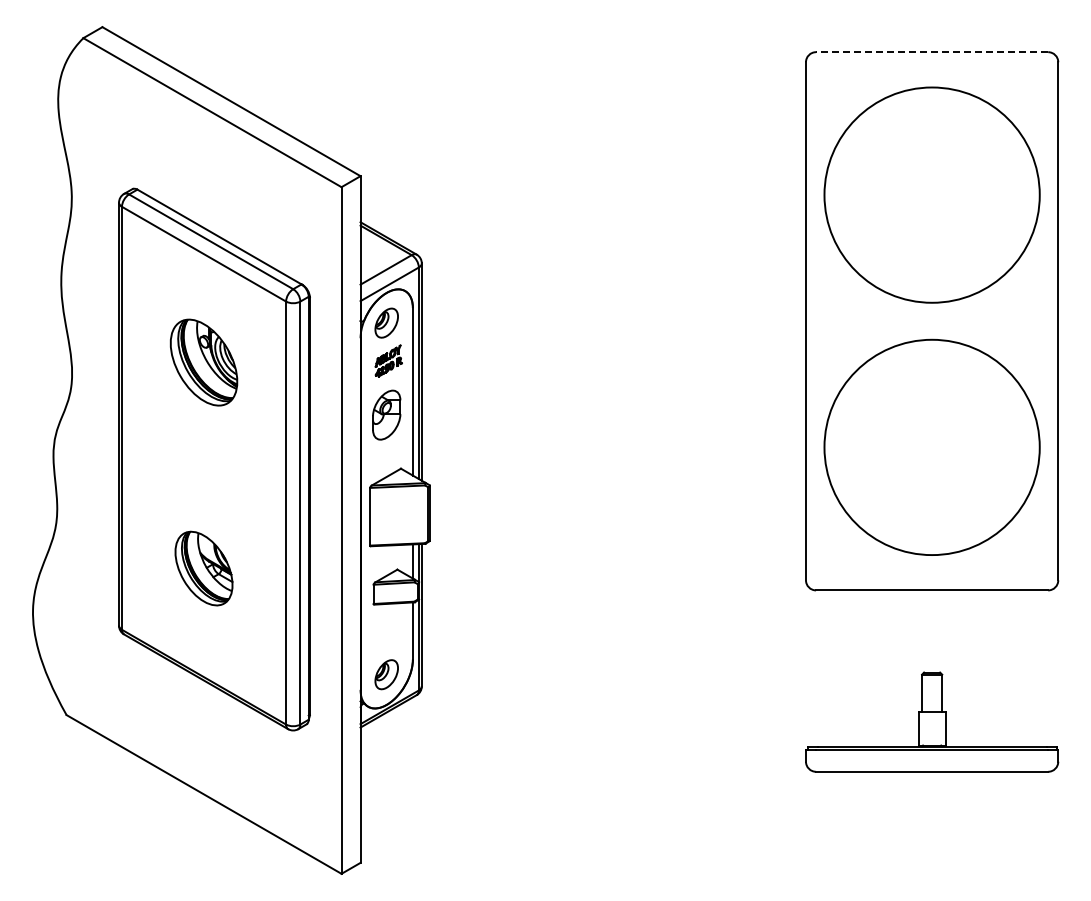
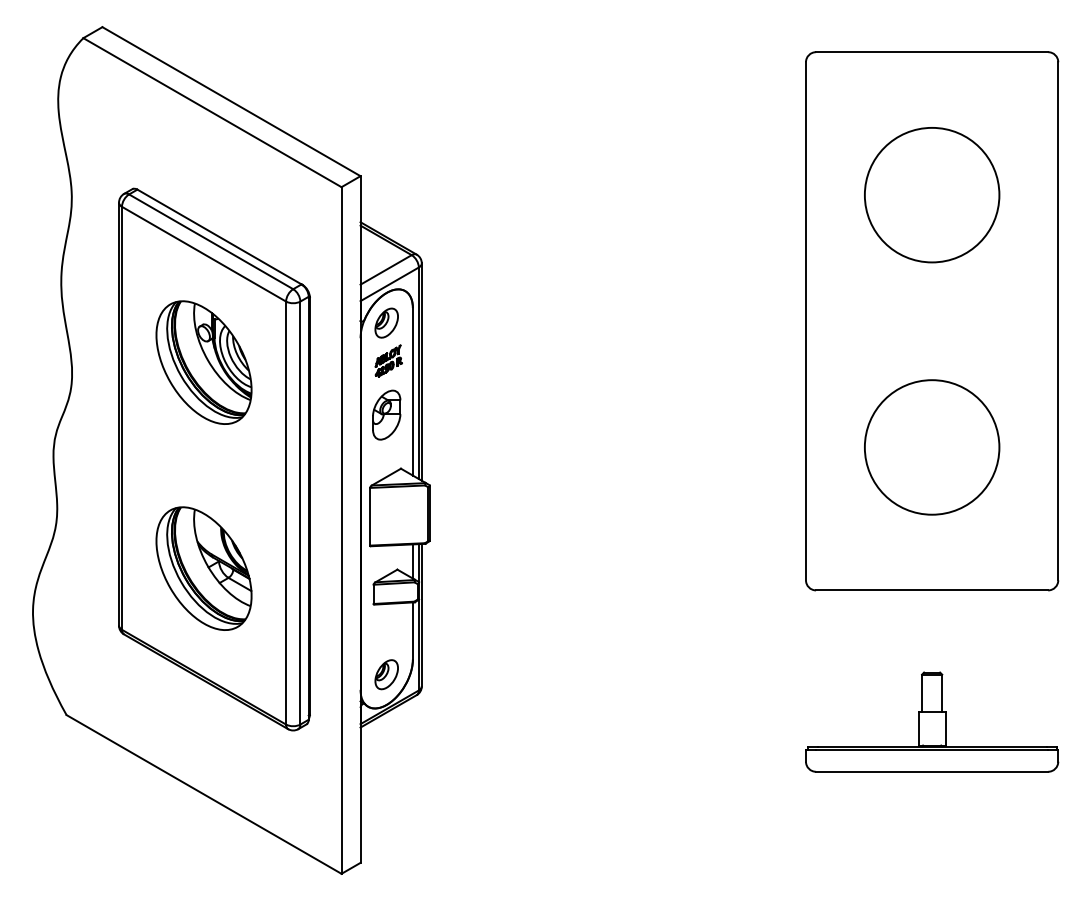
line at (931, 52): dashed -> solid
circle at (931, 194) diameter: 215 px -> 135 px
part at (203, 362) size: 70x89 px -> 98x125 px
circle at (931, 447) diameter: 215 px -> 135 px
part at (203, 568) size: 60x77 px -> 98x125 px
